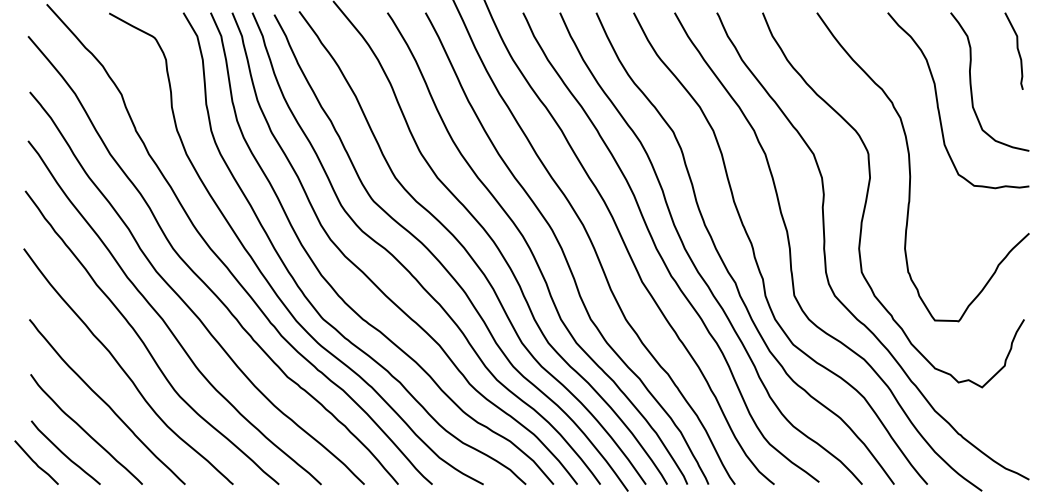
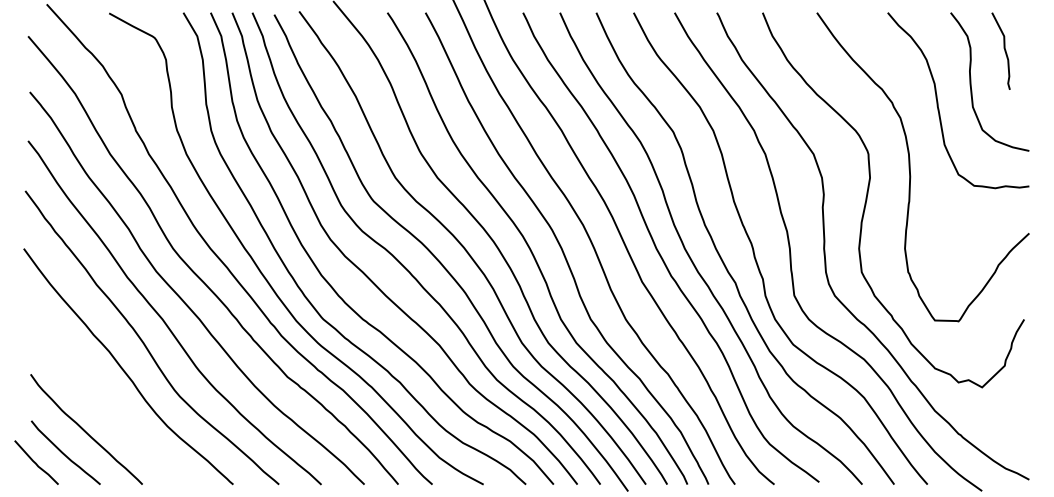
curve at (1016, 48) position: (1016, 48) -> (1003, 48)
curve at (106, 402): present -> none
